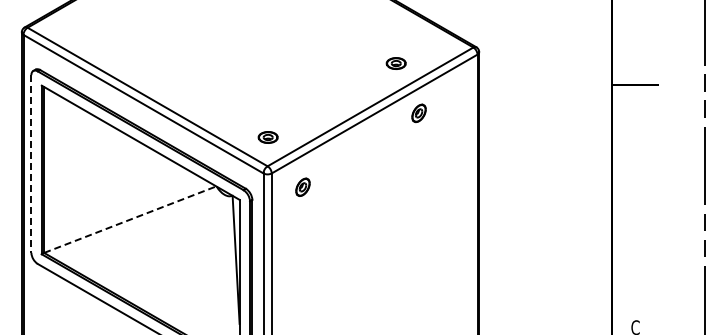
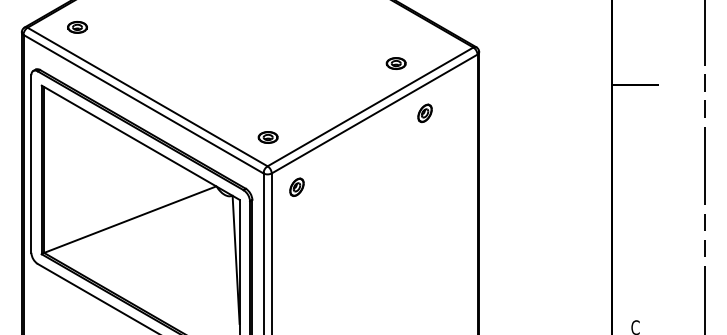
part at (77, 27): none -> present
part at (418, 113) position: (418, 113) -> (424, 113)
line at (31, 163): dashed -> solid
part at (302, 186) position: (302, 186) -> (296, 186)
line at (130, 219): dashed -> solid
